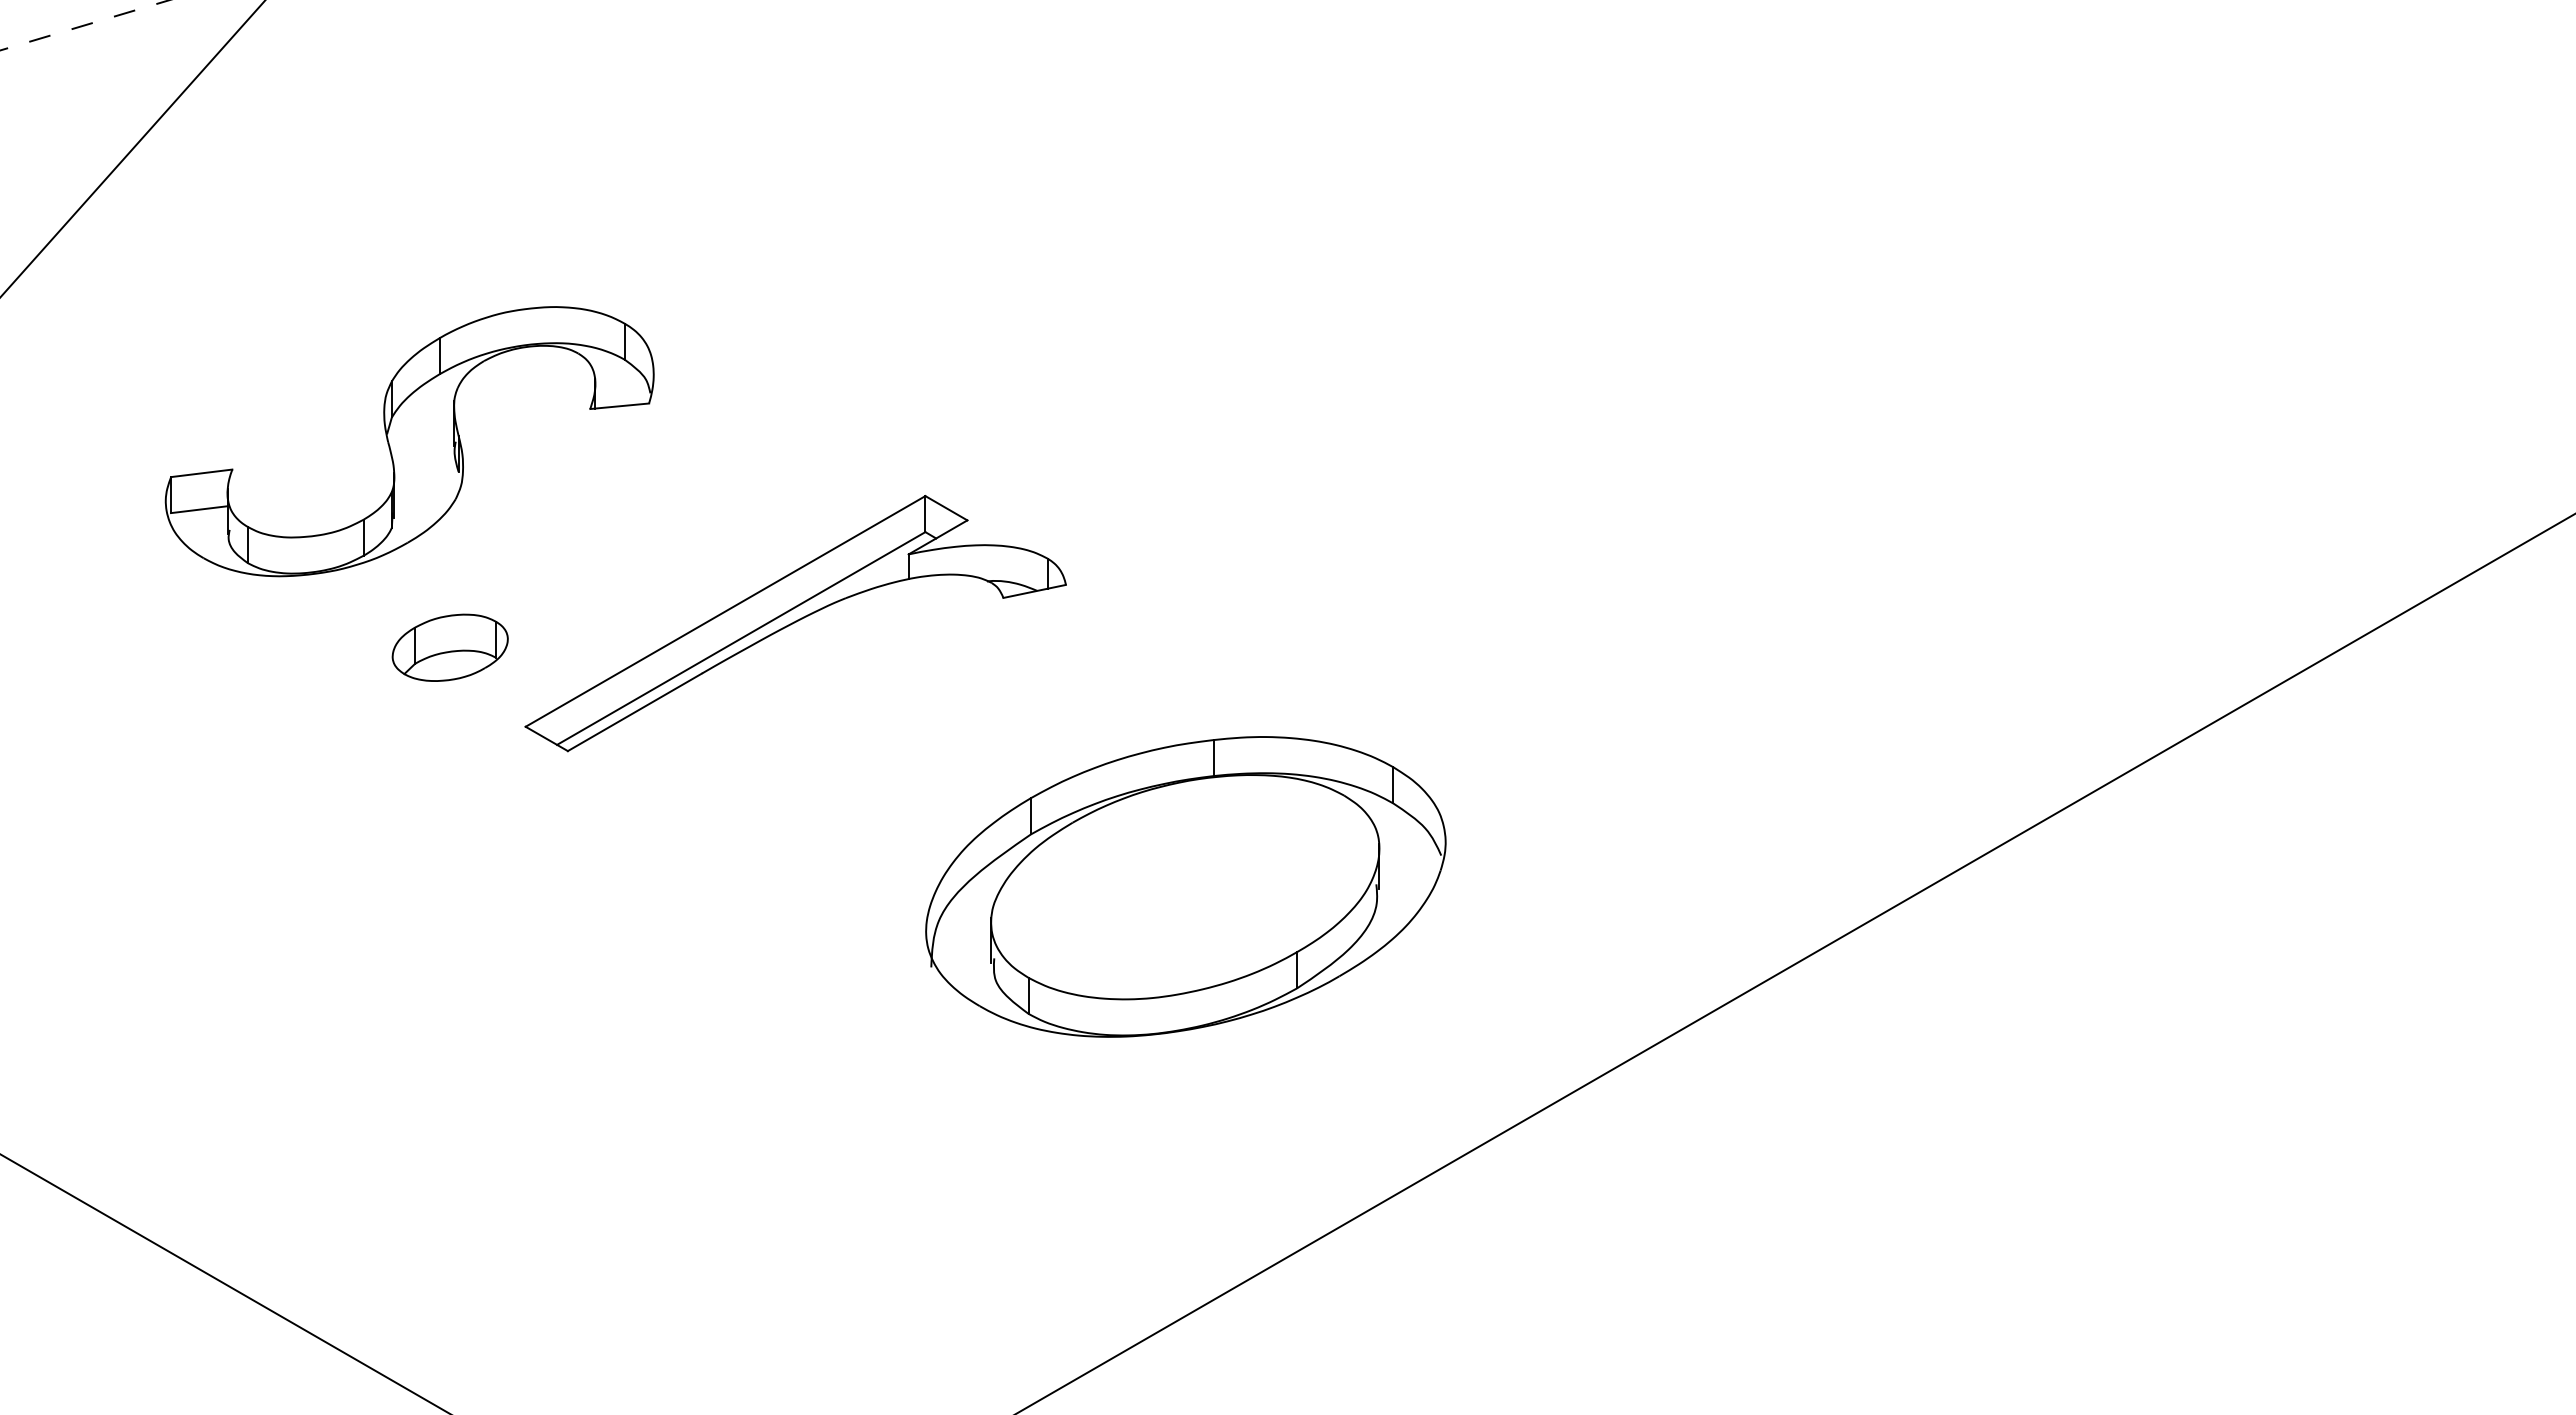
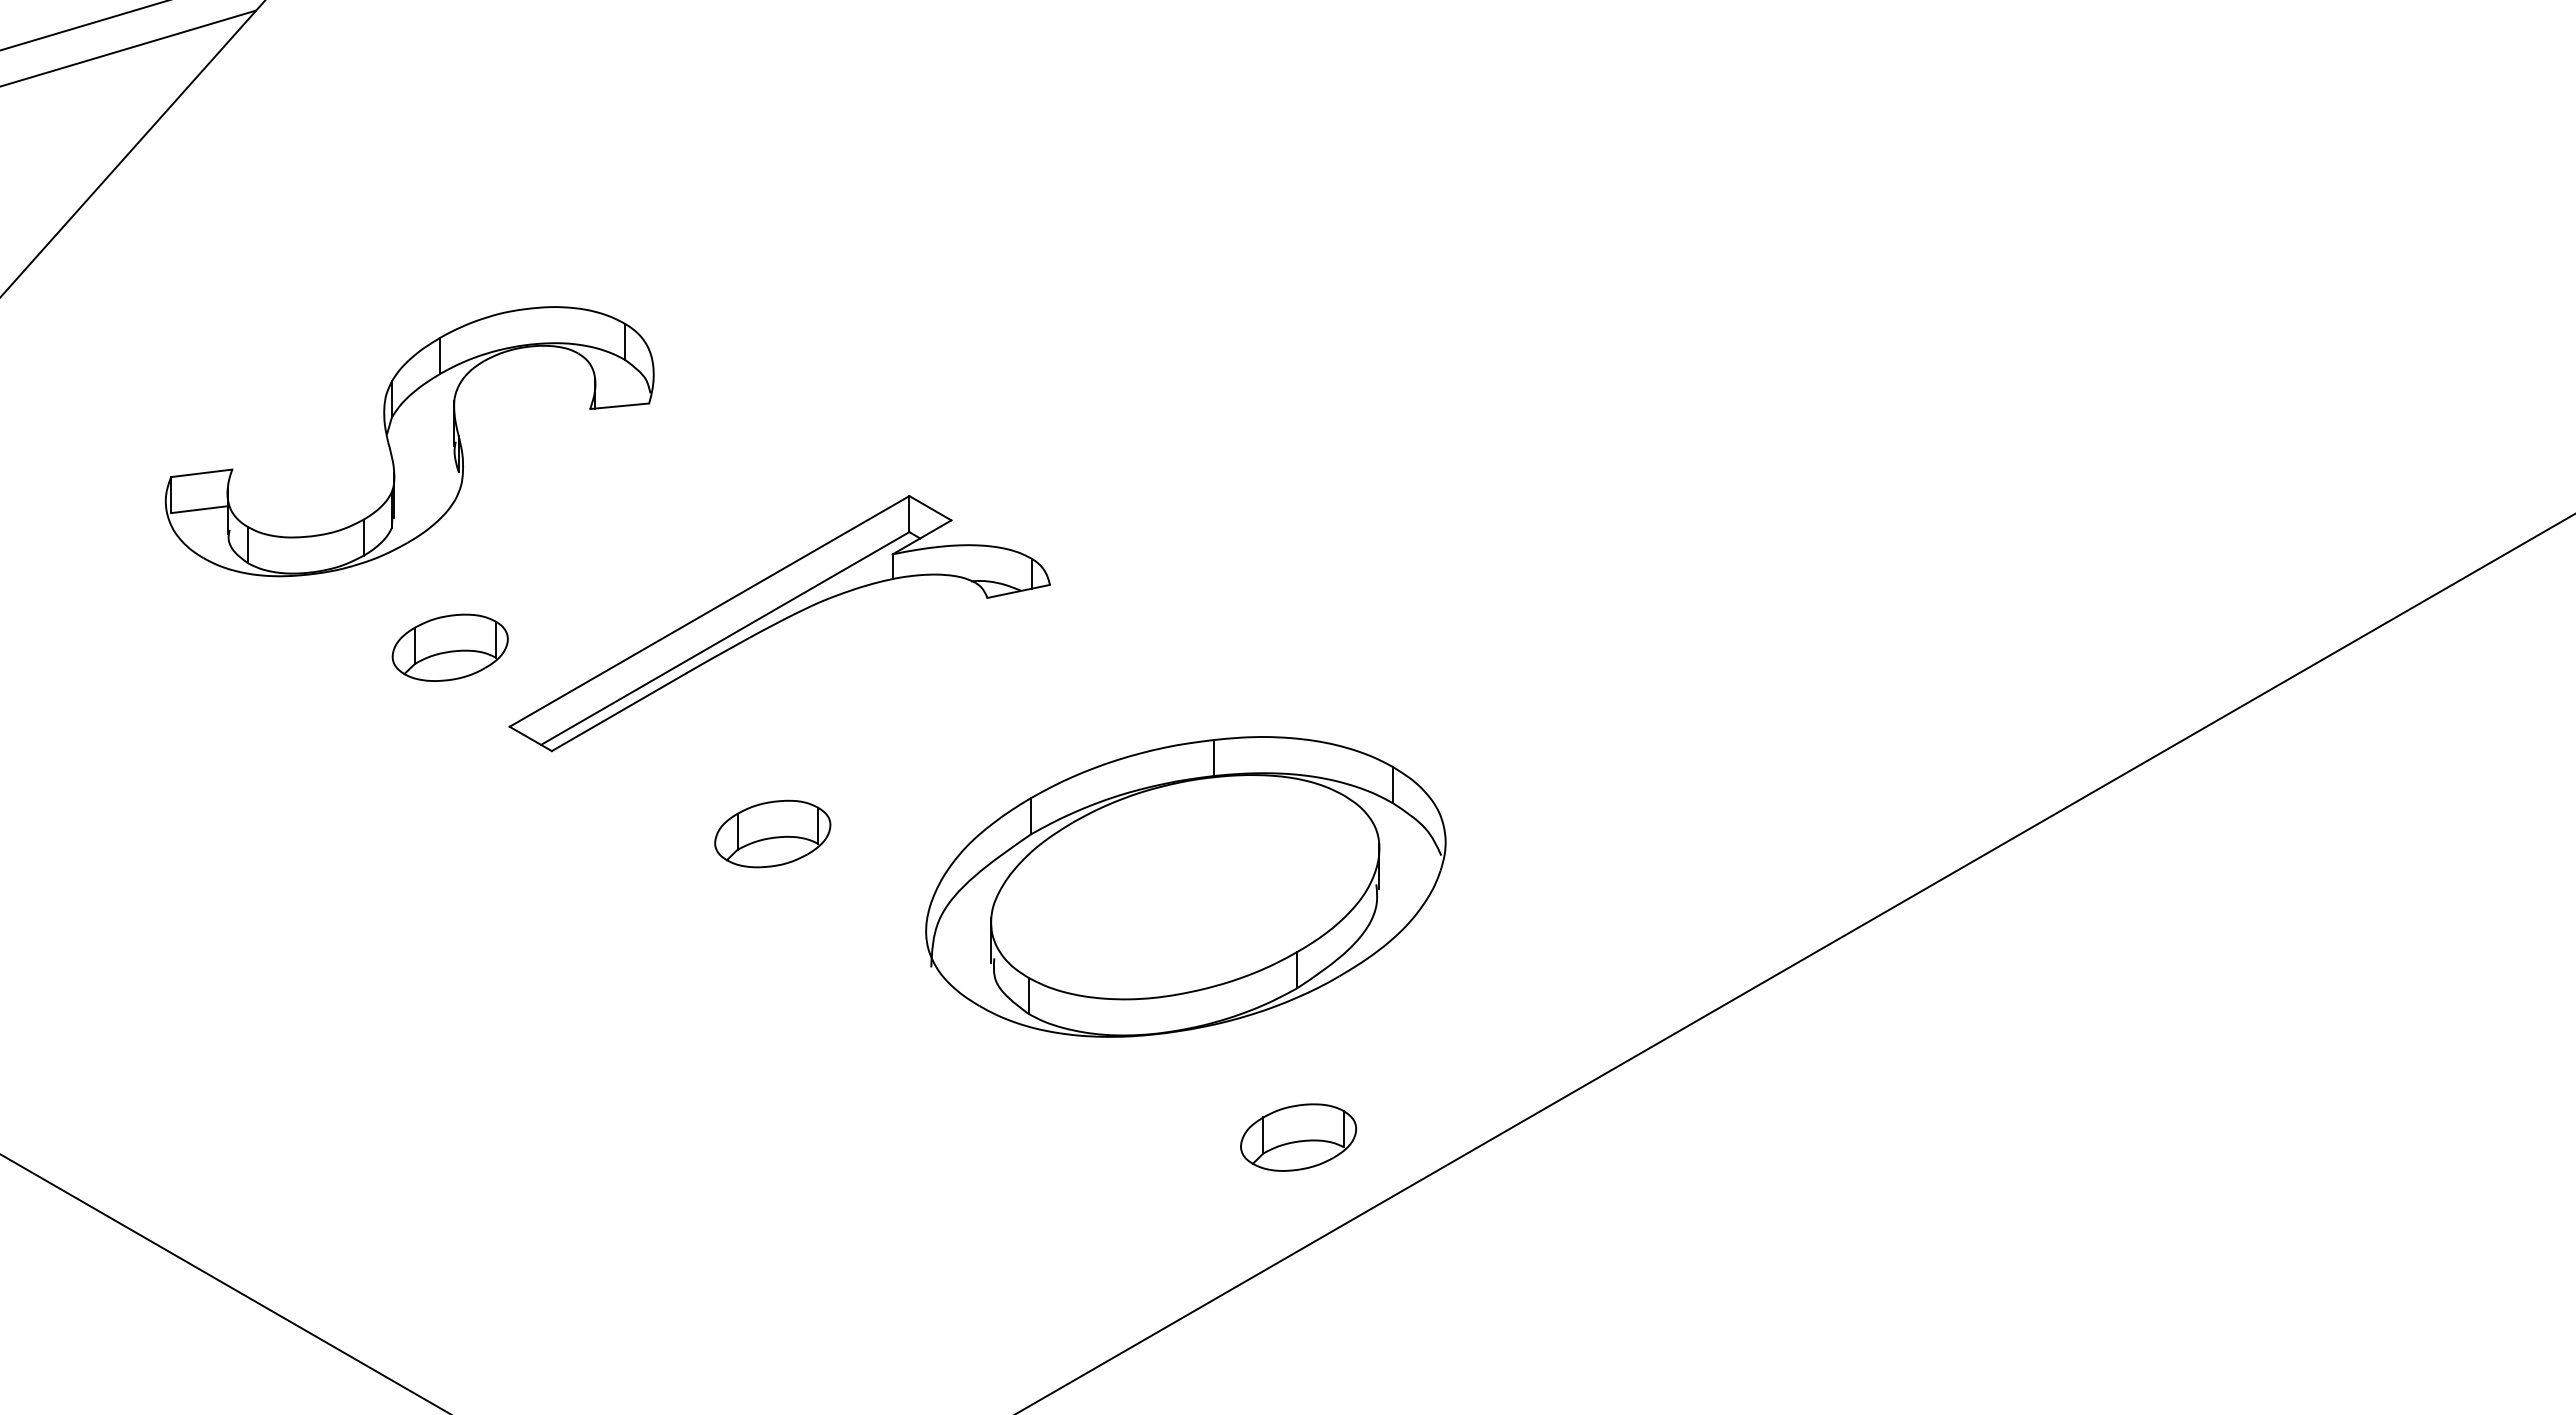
line at (85, 25): dashed -> solid
line at (129, 47): none -> present
part at (795, 623) position: (795, 623) -> (779, 623)
part at (772, 833): none -> present
part at (1298, 1137): none -> present
